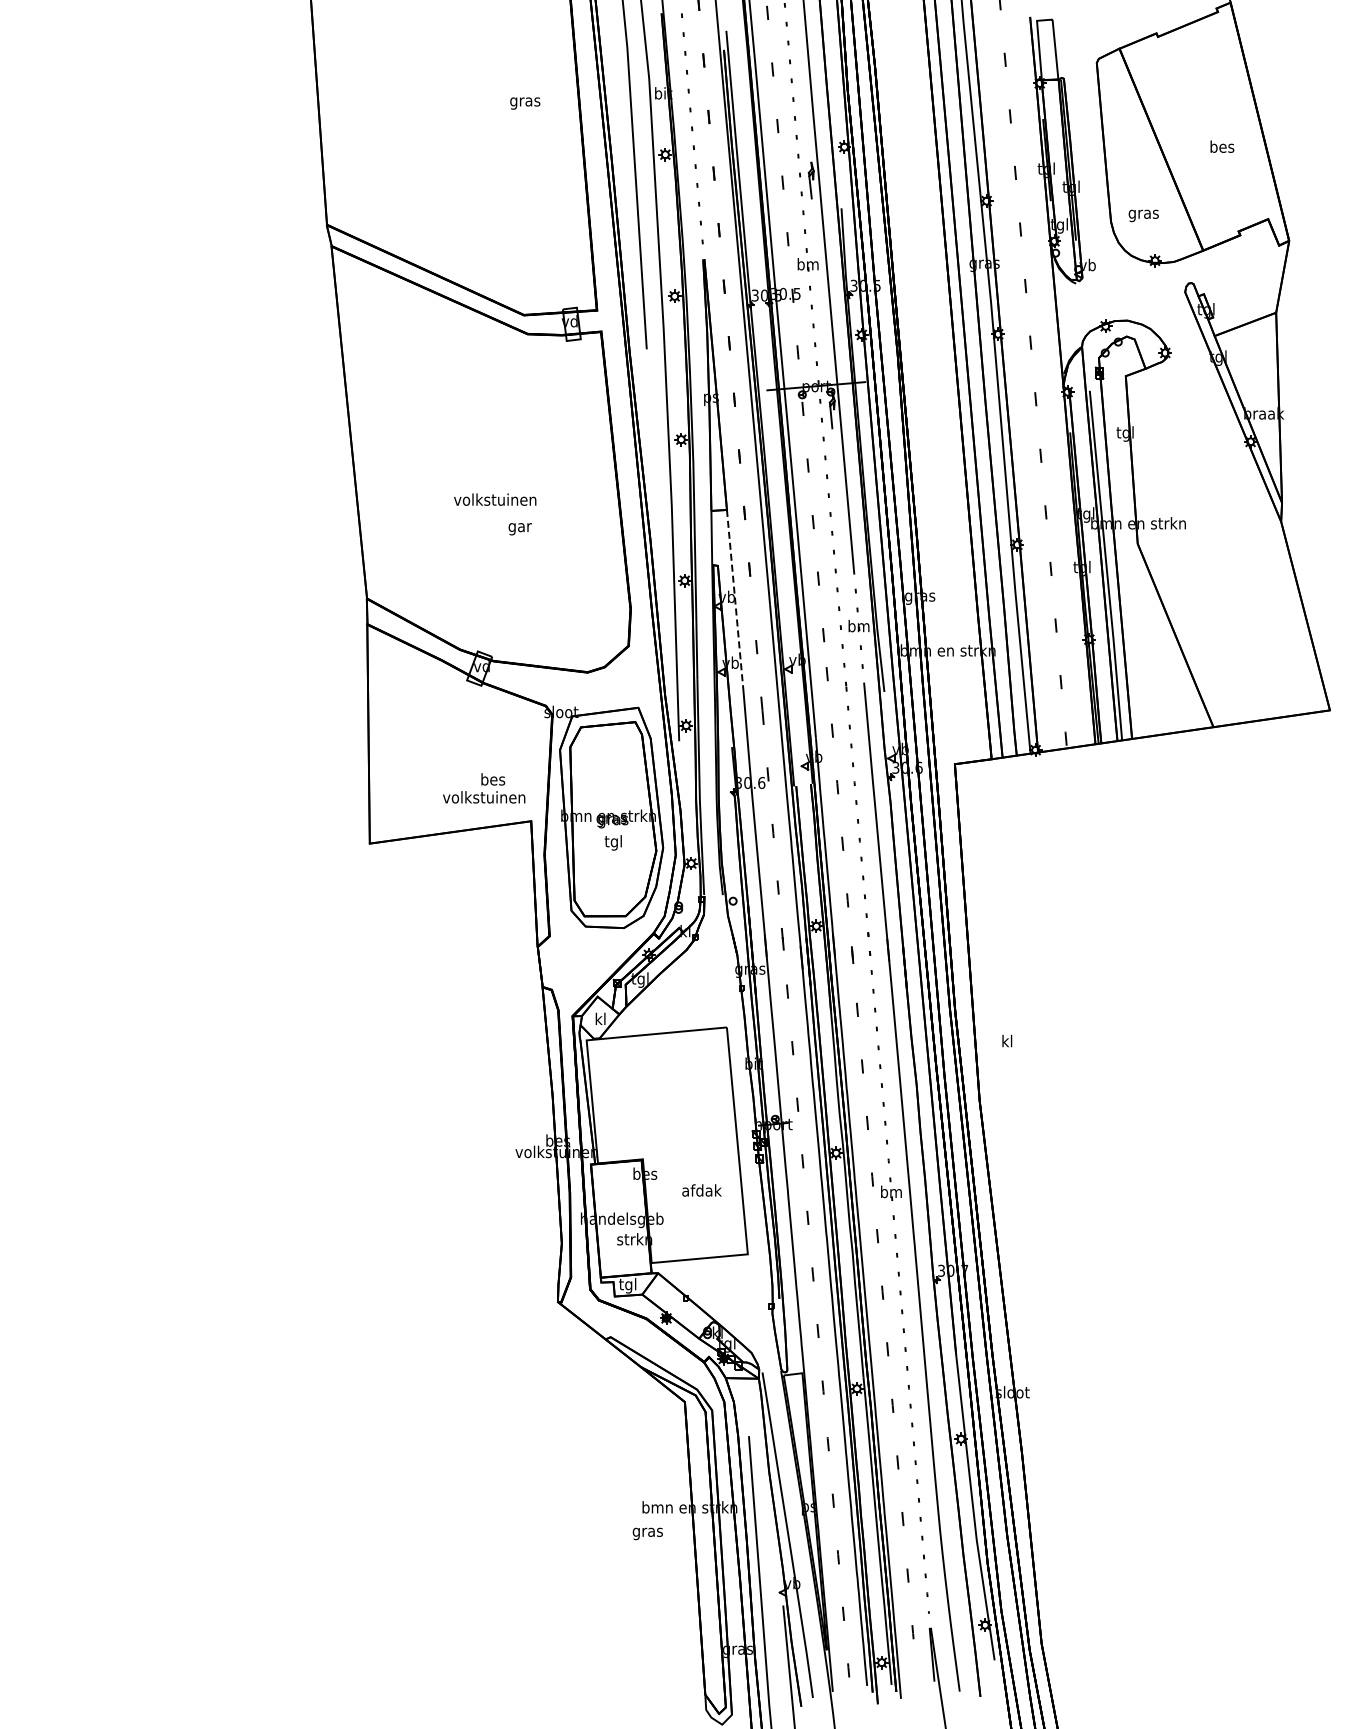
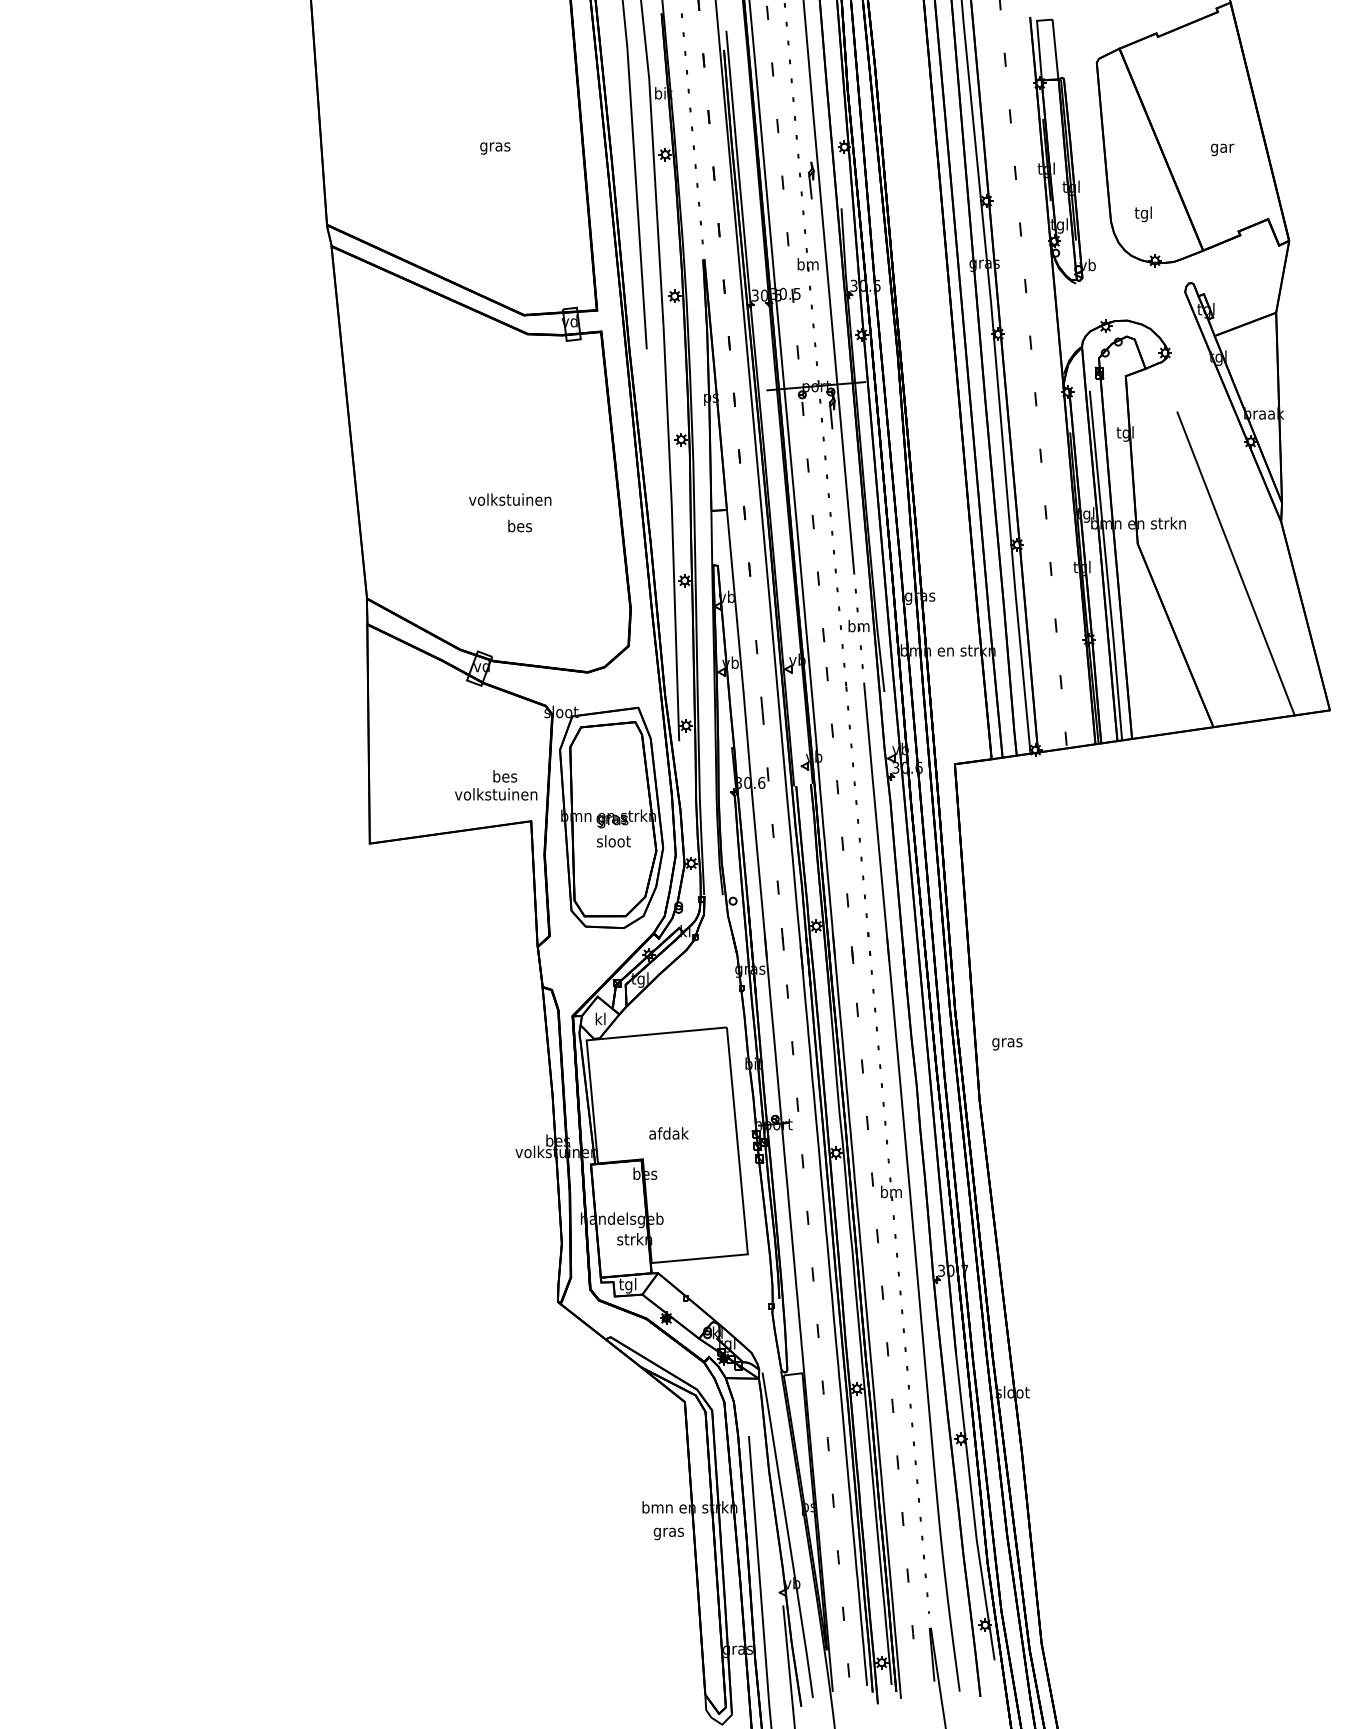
text at (525, 103) position: (525, 103) -> (495, 148)
text at (1222, 148): bes -> gar
text at (1143, 214): gras -> tgl
text at (495, 499) position: (495, 499) -> (510, 499)
text at (519, 527): gar -> bes
line at (1235, 563): none -> present
line at (735, 601): dashed -> solid
text at (484, 788) position: (484, 788) -> (496, 785)
text at (613, 842): tgl -> sloot
text at (1007, 1042): kl -> gras
text at (701, 1190) position: (701, 1190) -> (668, 1133)
text at (647, 1533) position: (647, 1533) -> (668, 1533)
